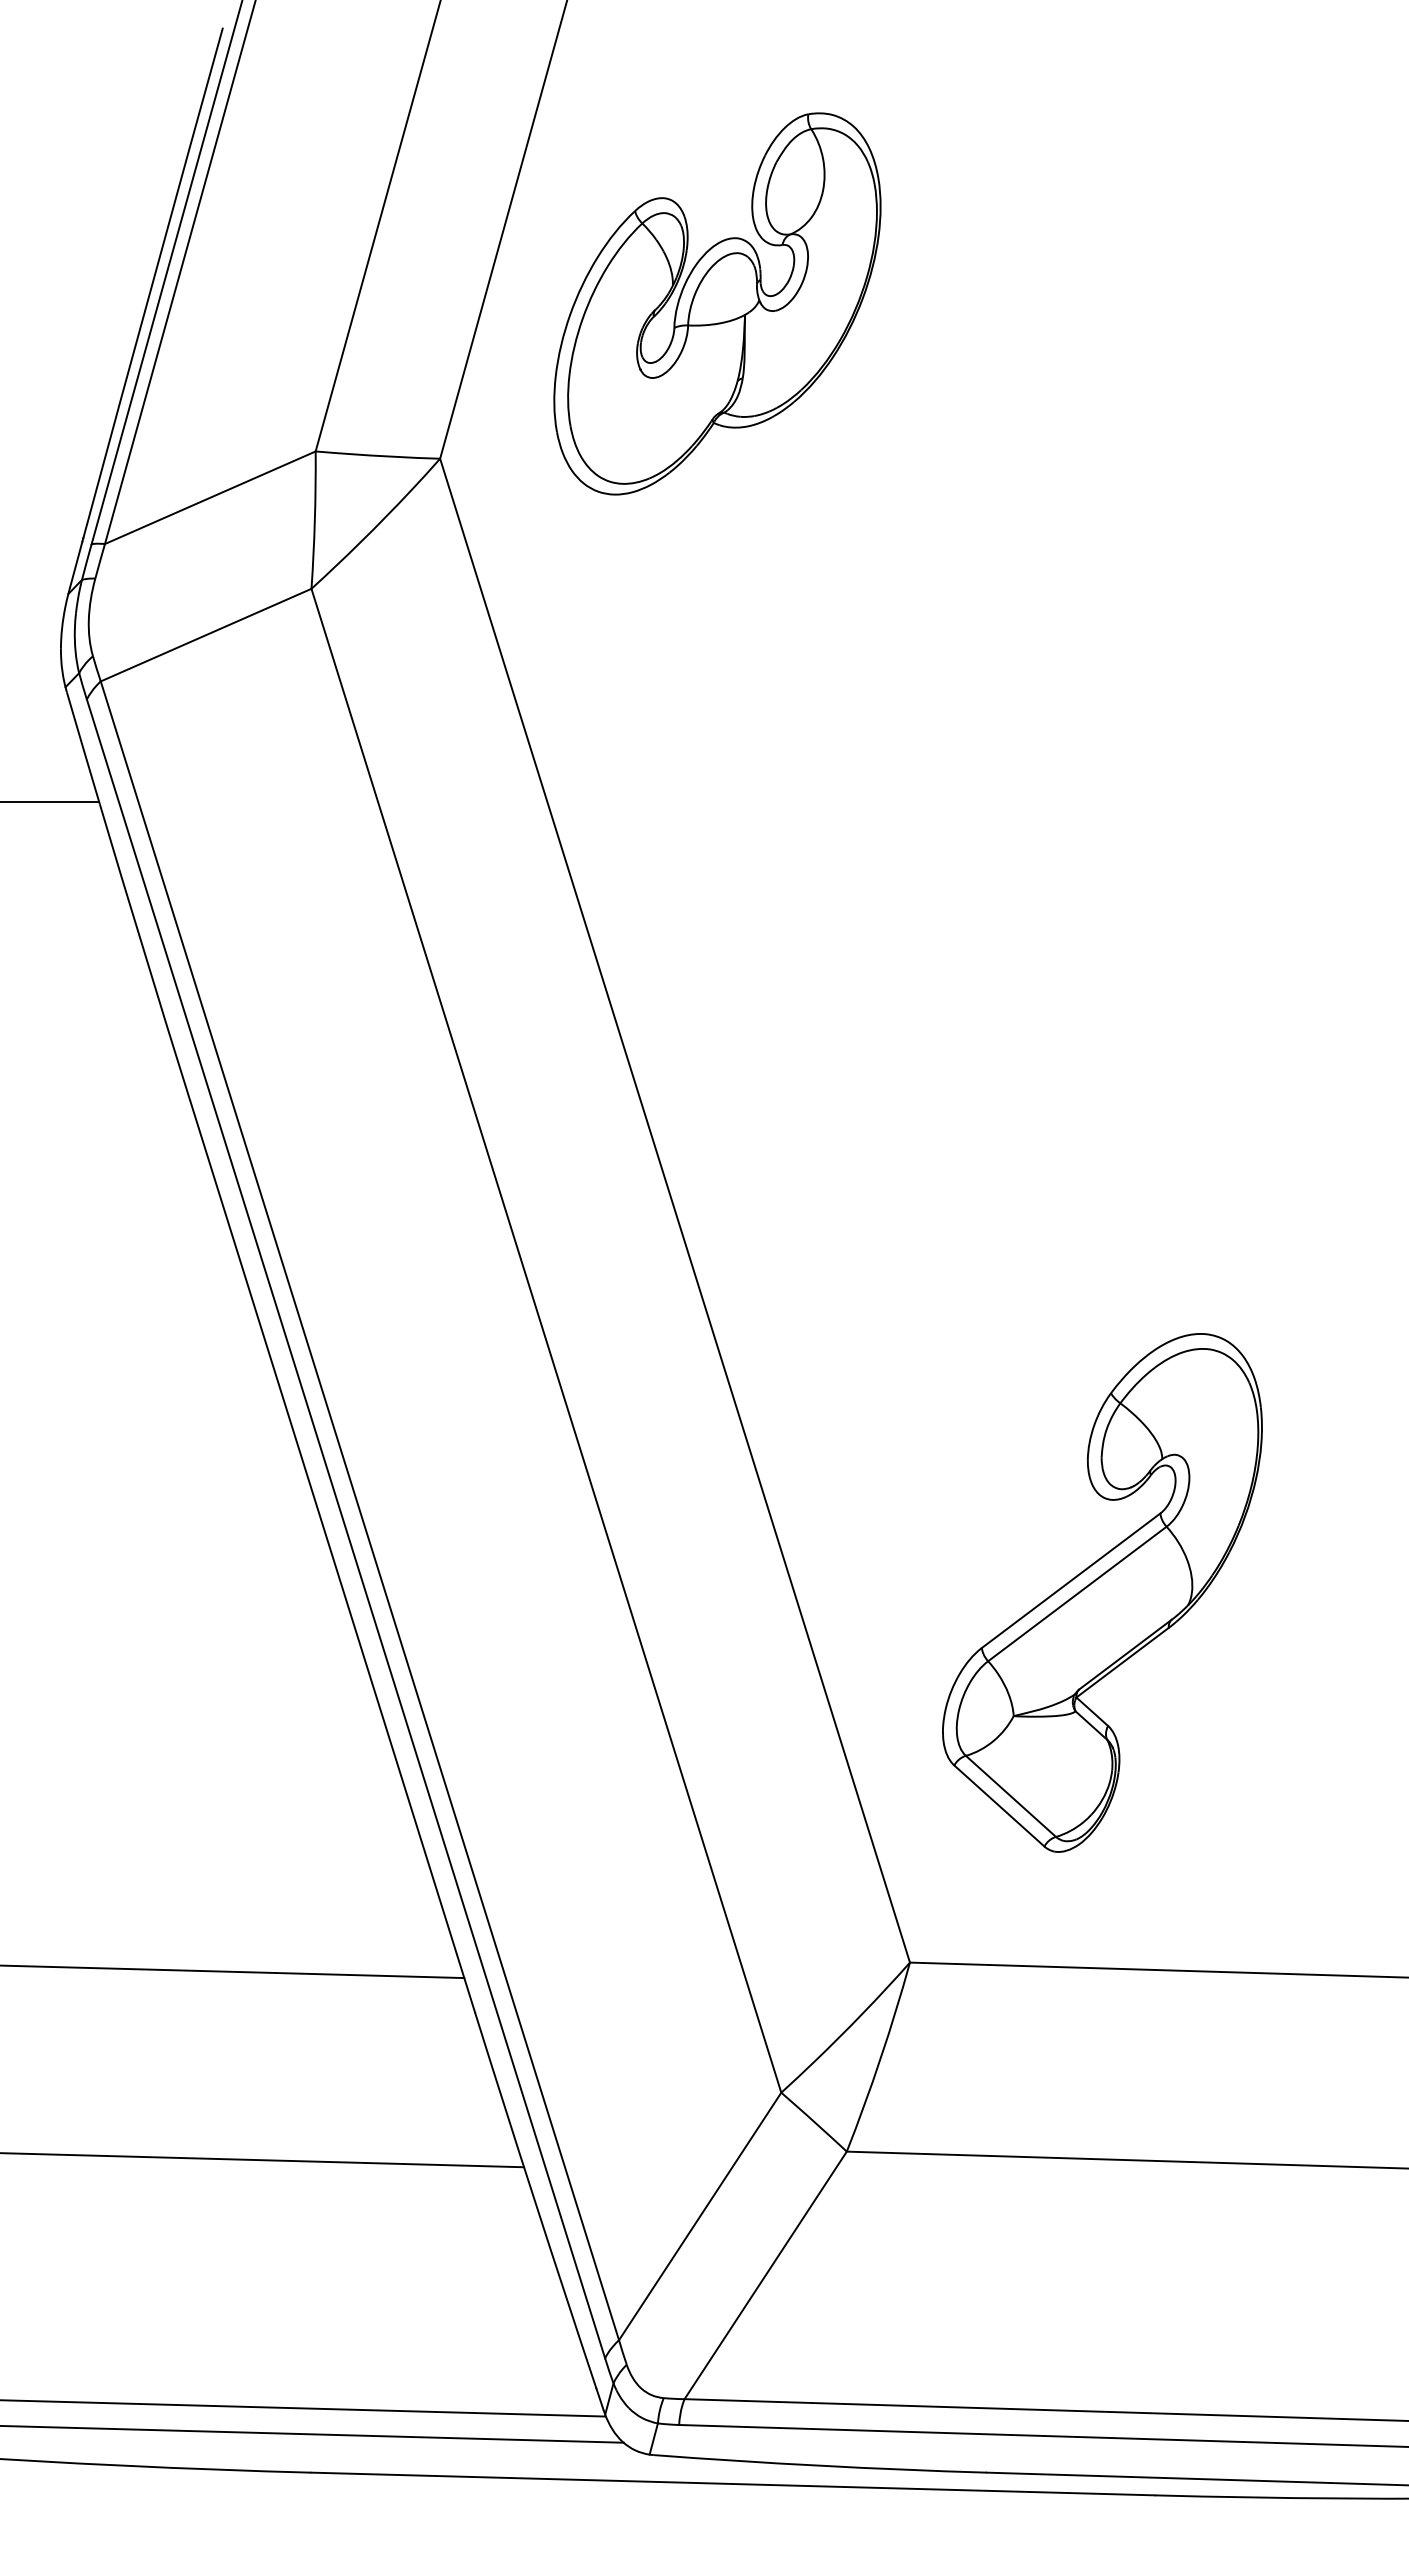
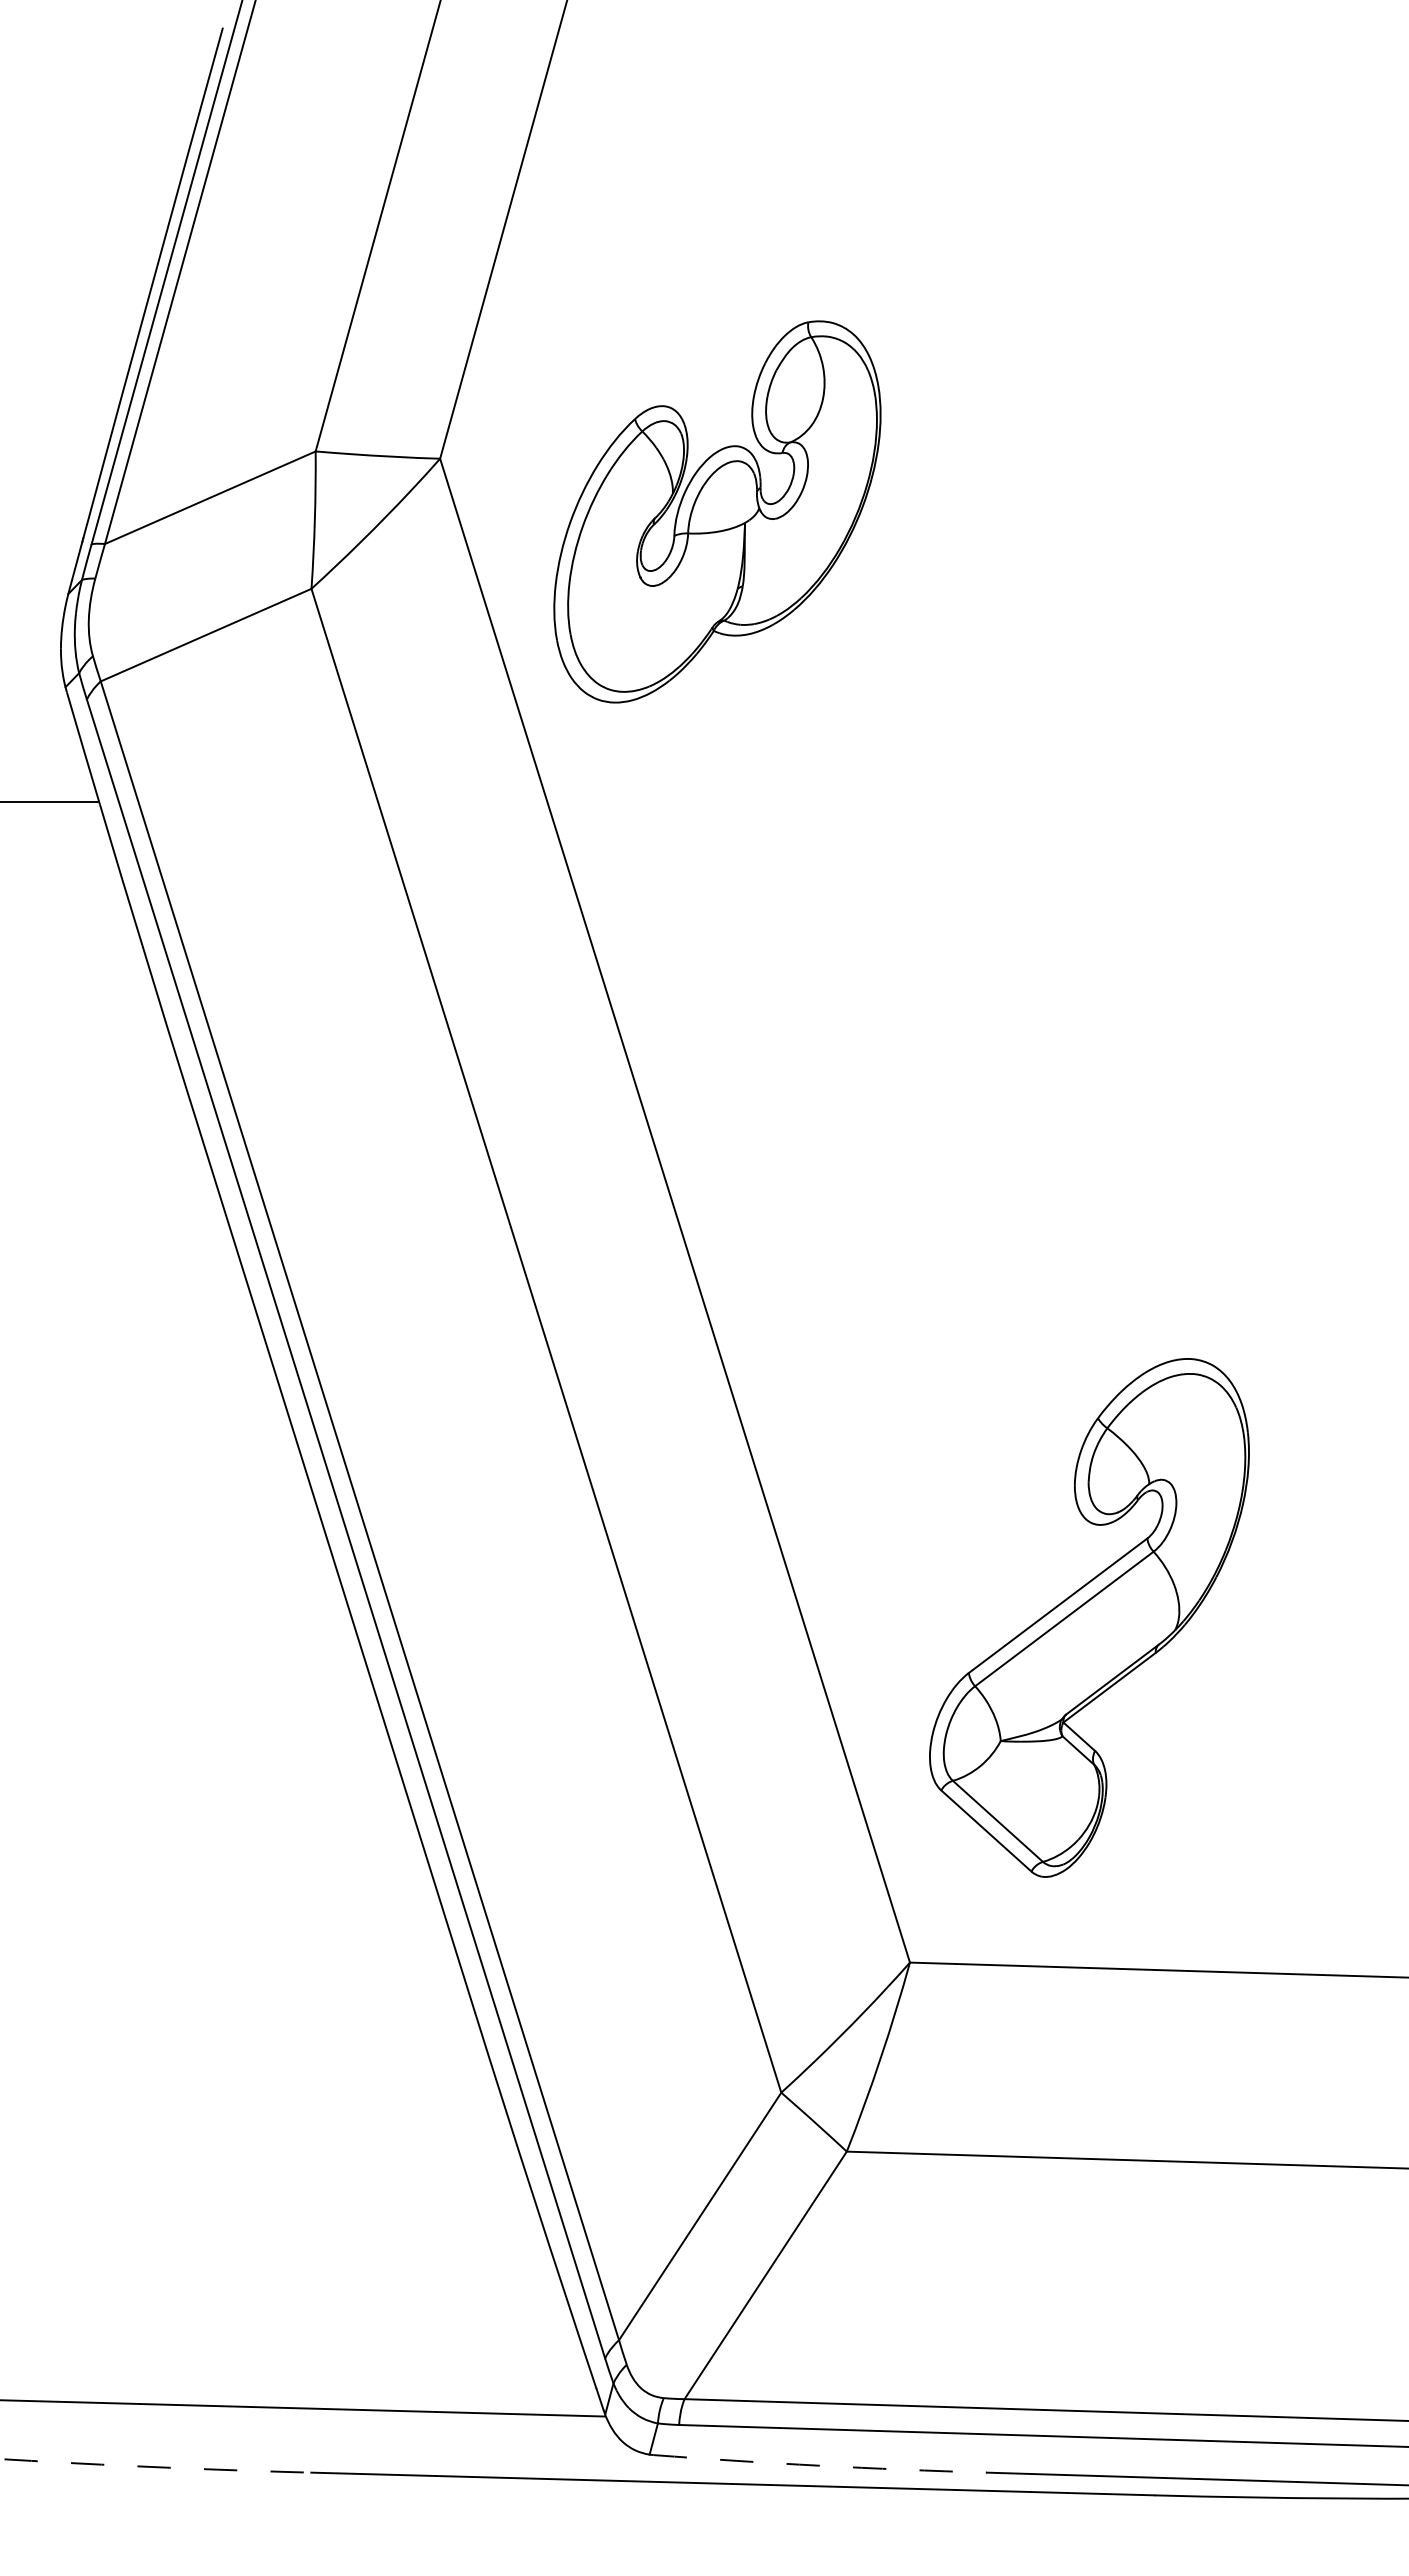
part at (717, 303) position: (717, 303) -> (717, 511)
part at (1102, 1592) position: (1102, 1592) -> (1089, 1617)
line at (233, 1971): present -> none
line at (263, 2160): present -> none
line at (312, 2434): present -> none
arc at (820, 2465): solid -> dashed
arc at (155, 2467): solid -> dashed
